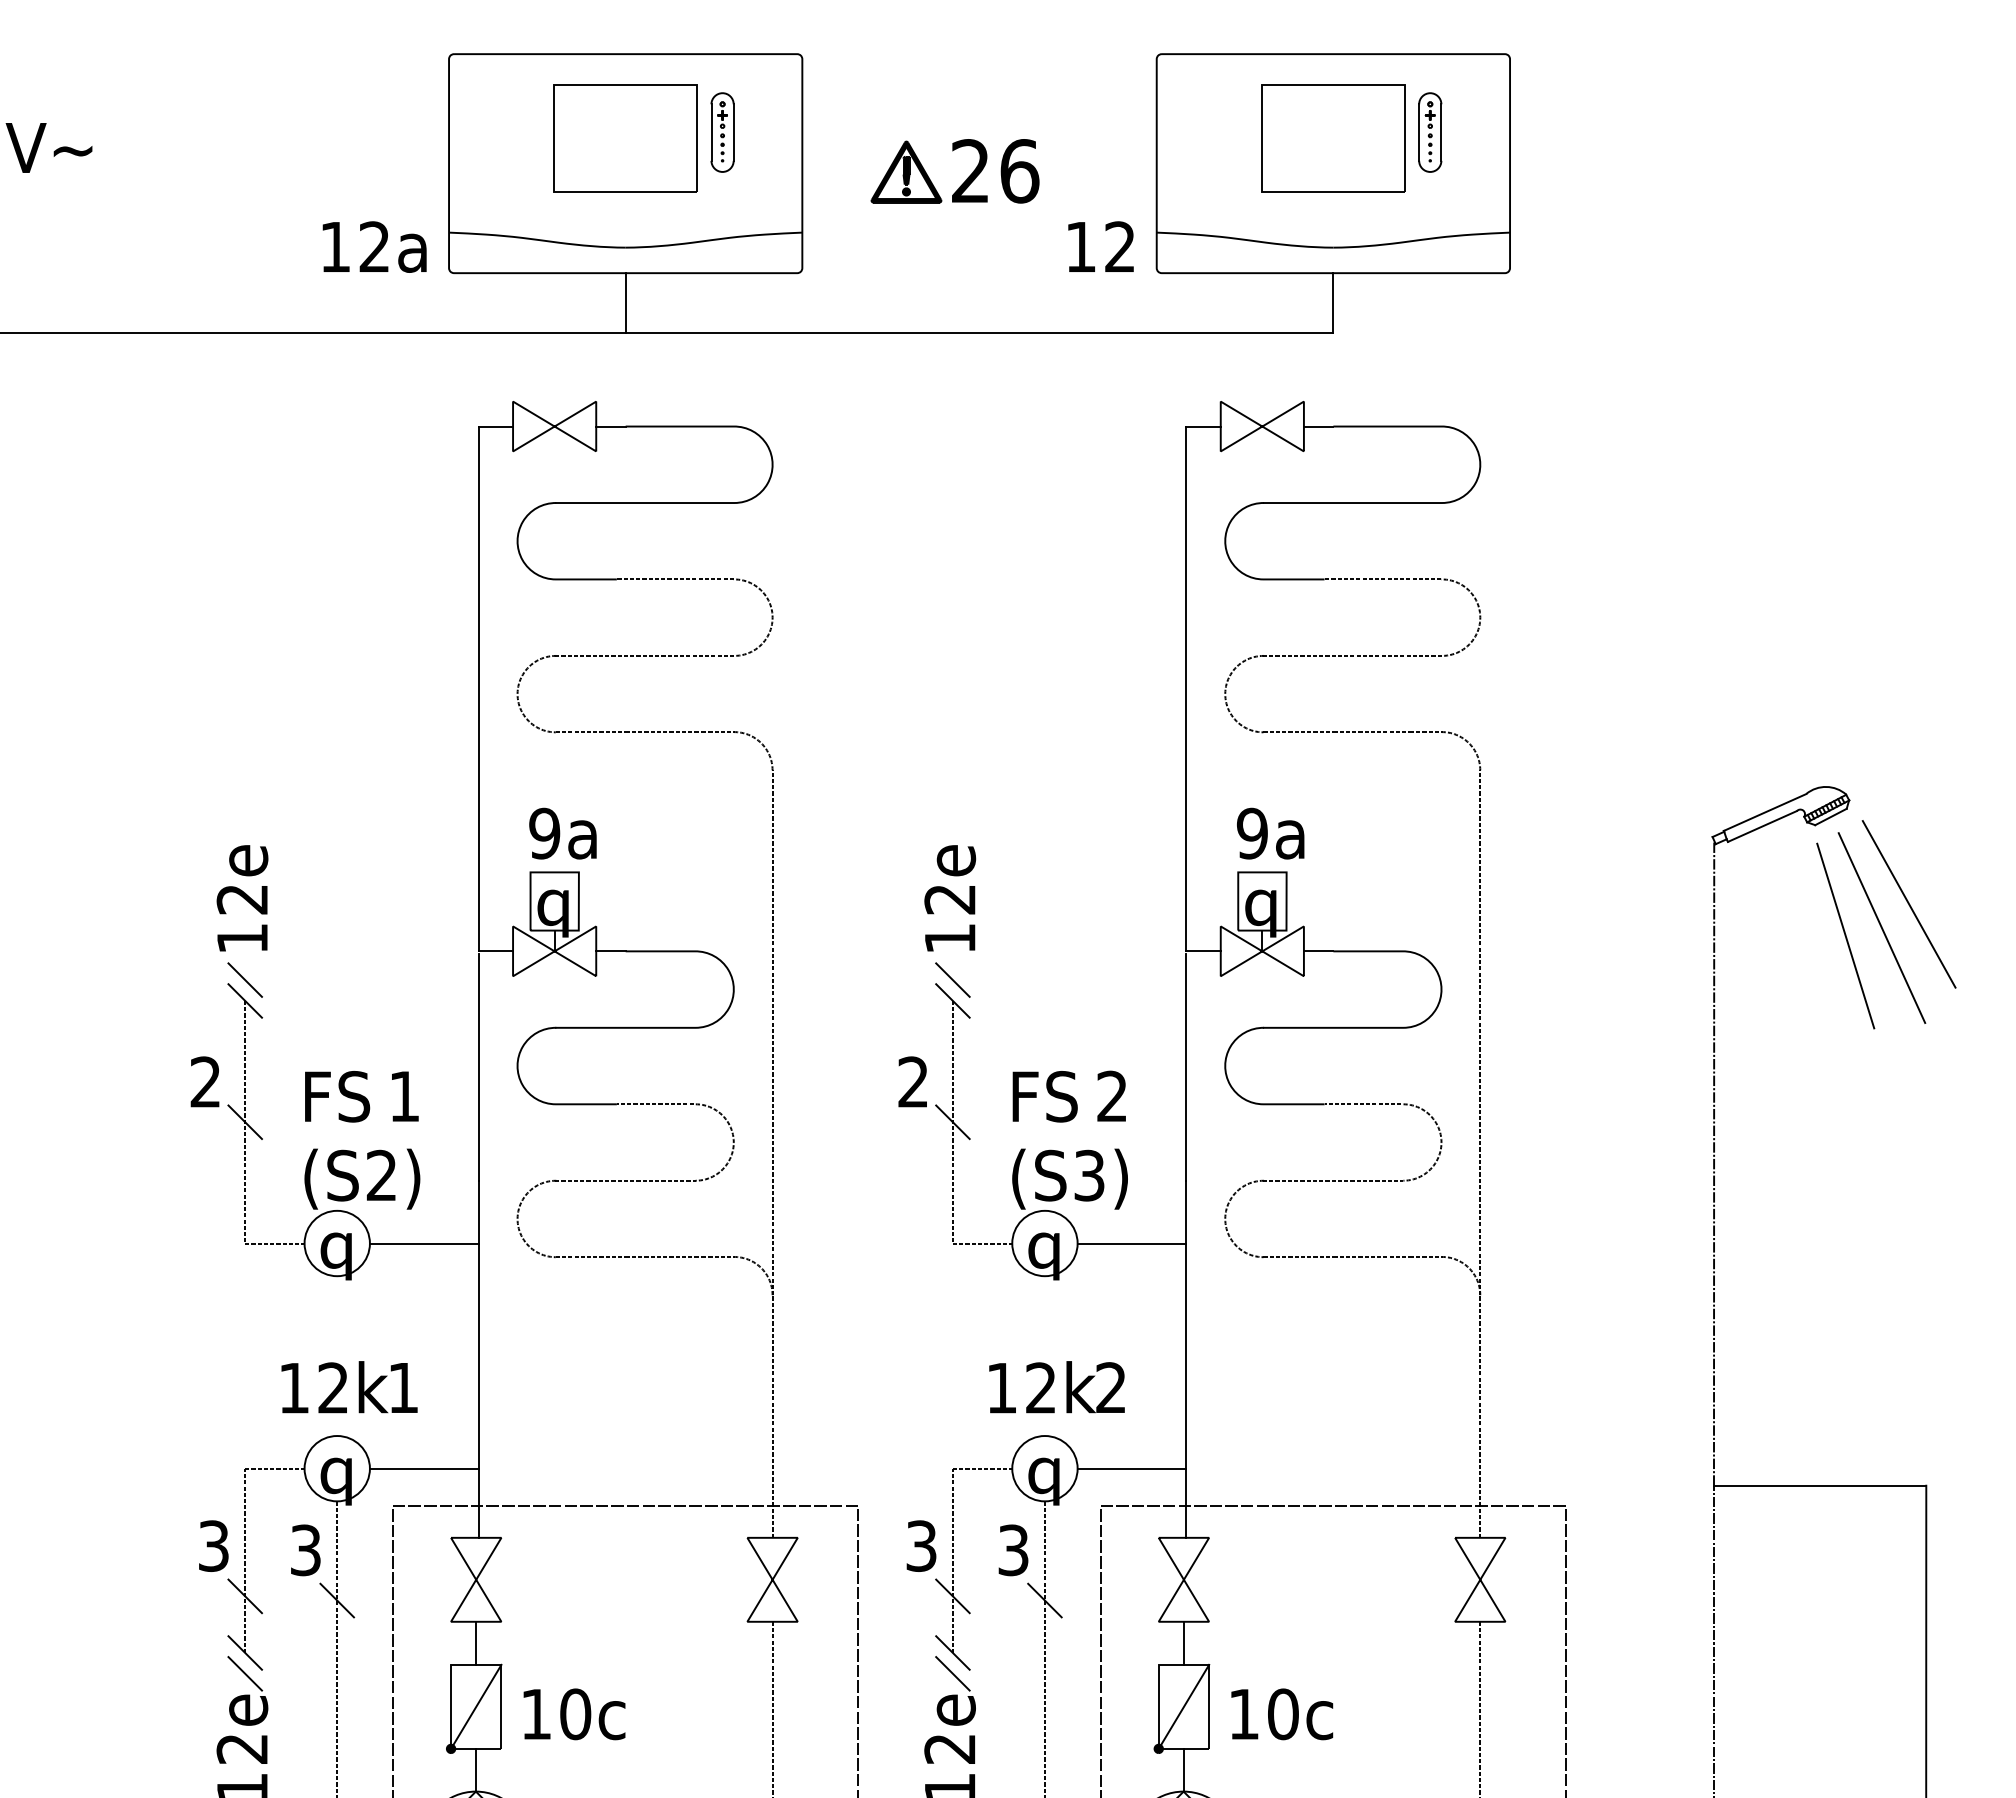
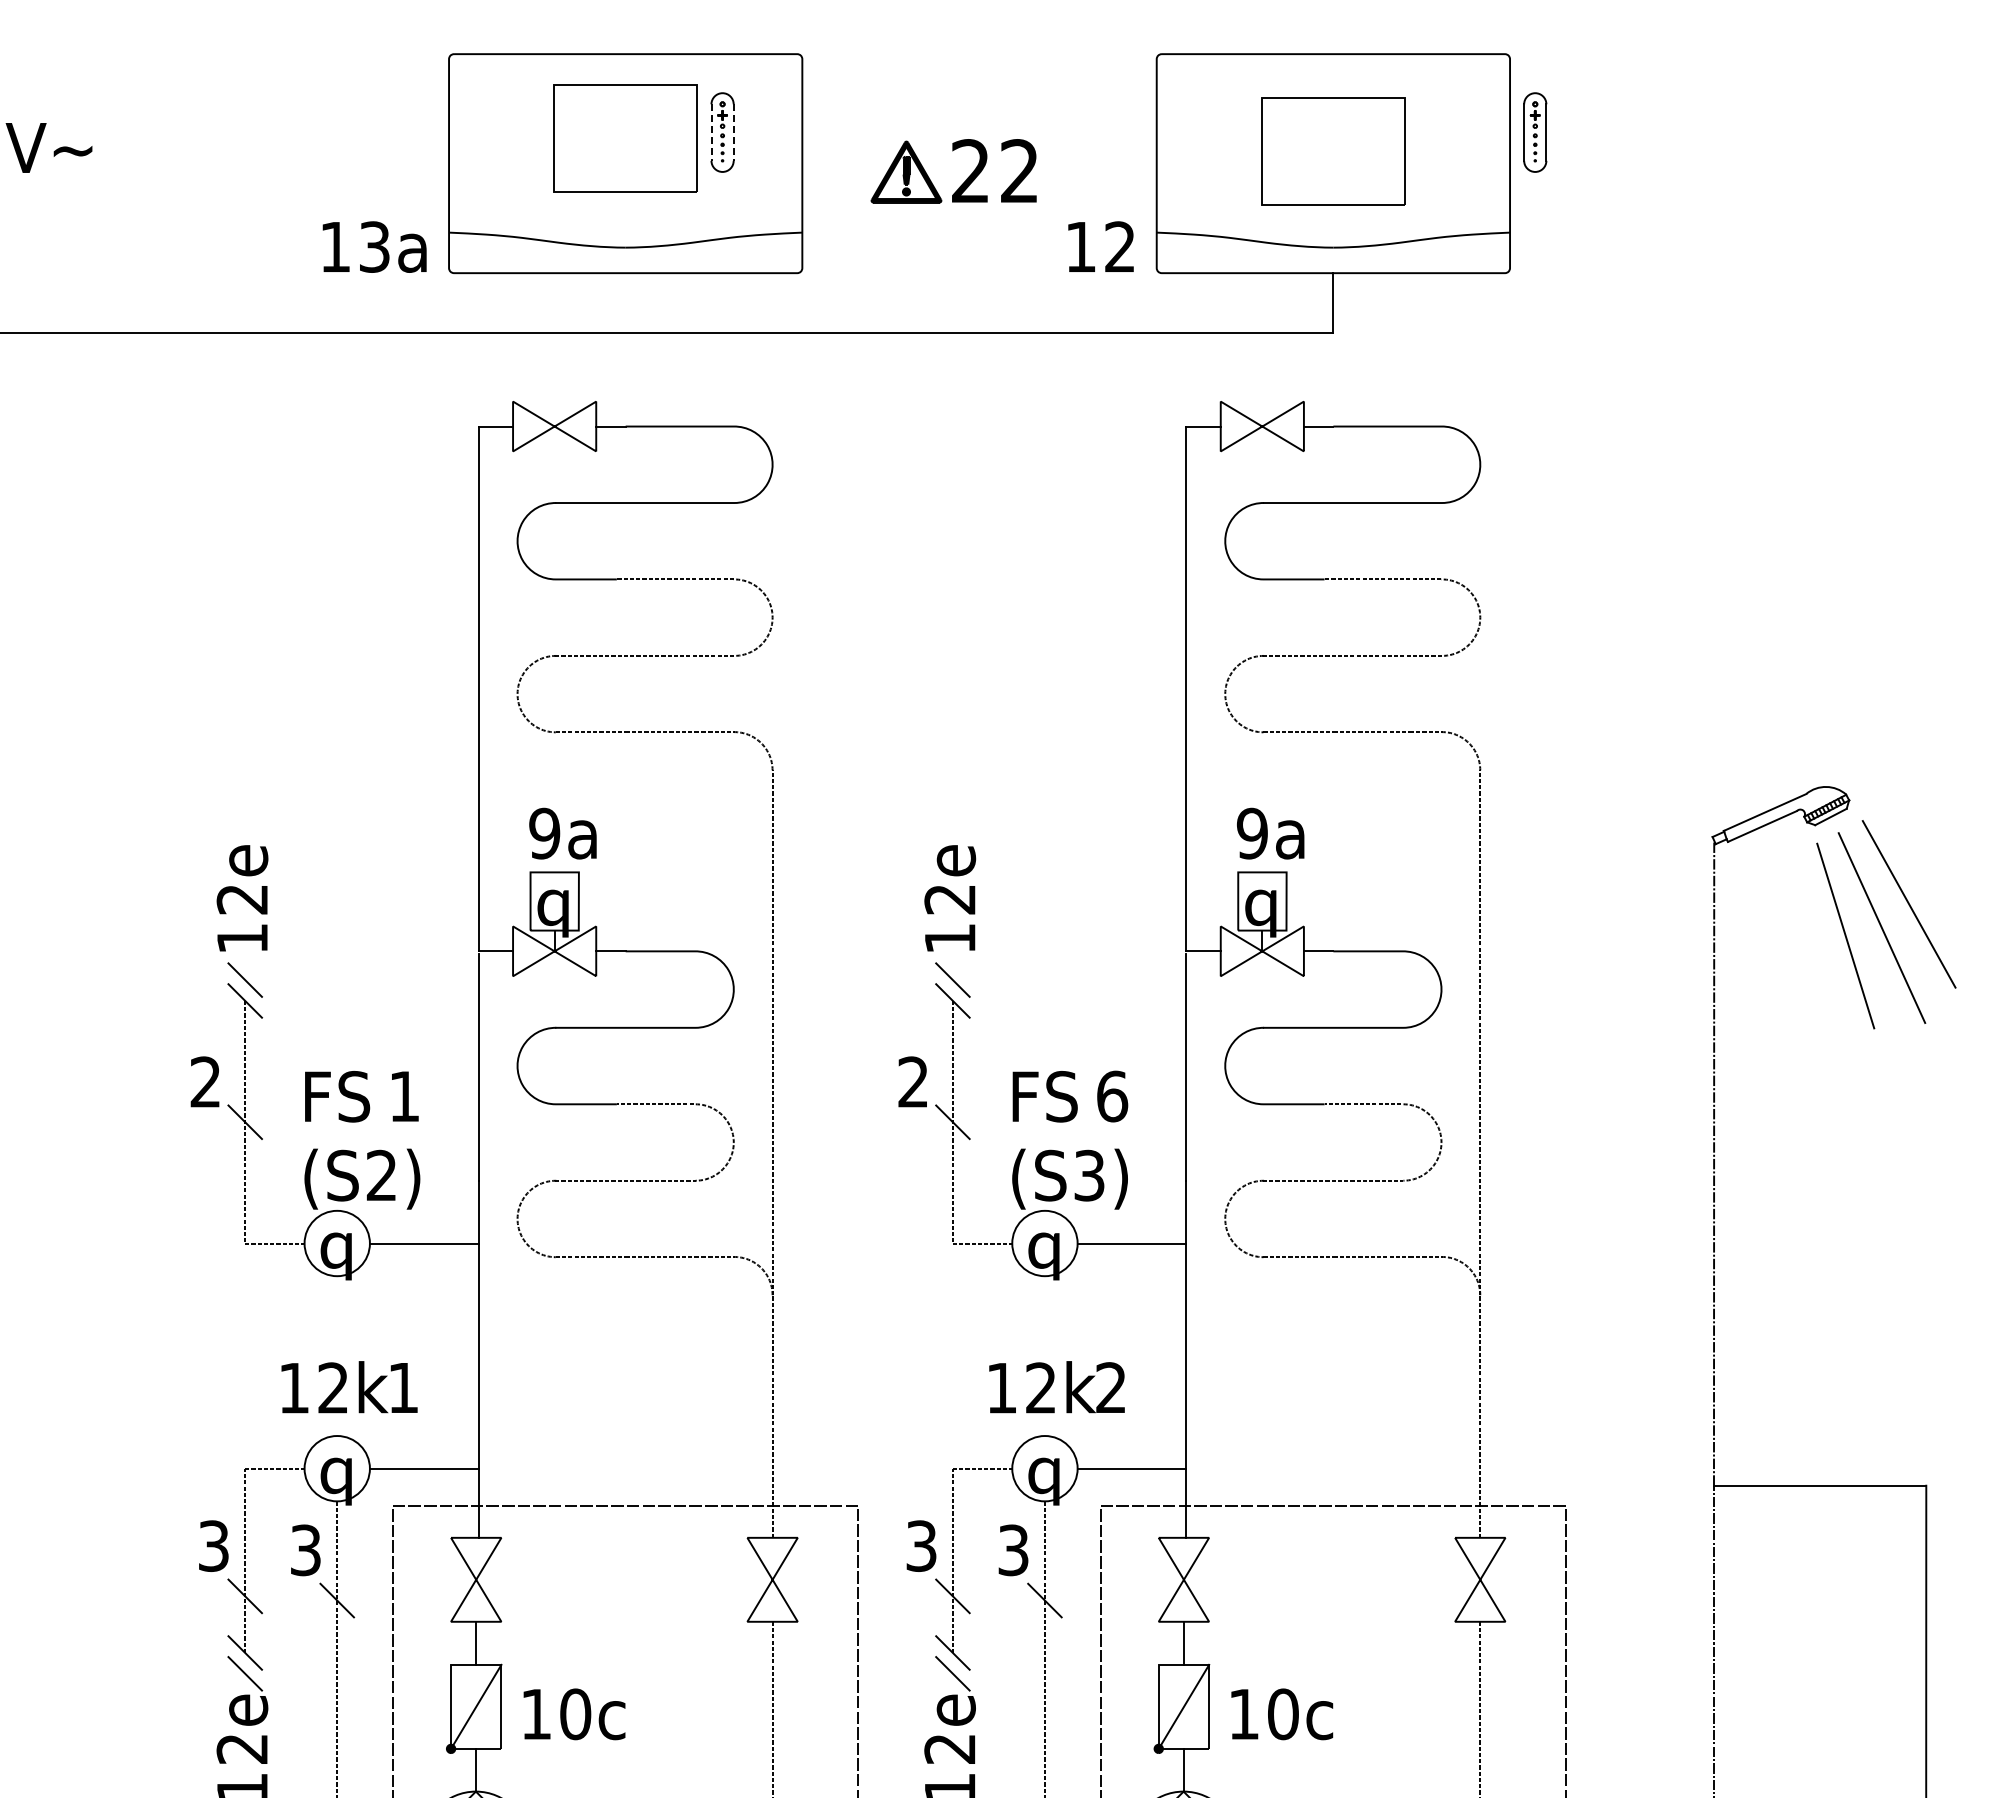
part at (1430, 132) position: (1430, 132) -> (1535, 132)
line at (711, 133): solid -> dashed
line at (733, 133): solid -> dashed
part at (1333, 138) position: (1333, 138) -> (1333, 151)
text at (1019, 171): 26 -> 22
text at (374, 246): 12a -> 13a
line at (625, 303): present -> none
text at (1112, 1096): 2 -> 6
